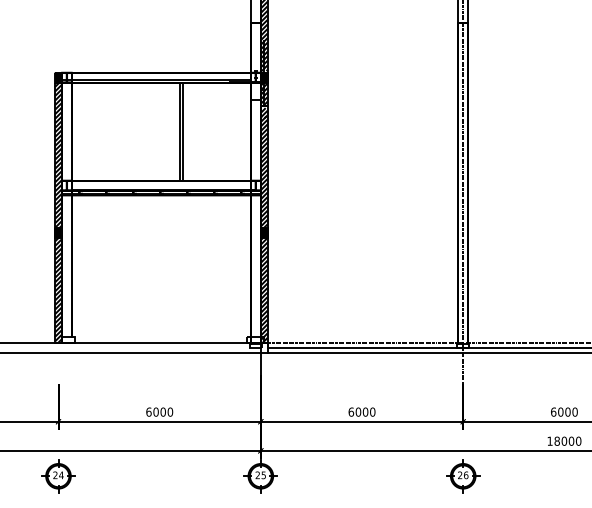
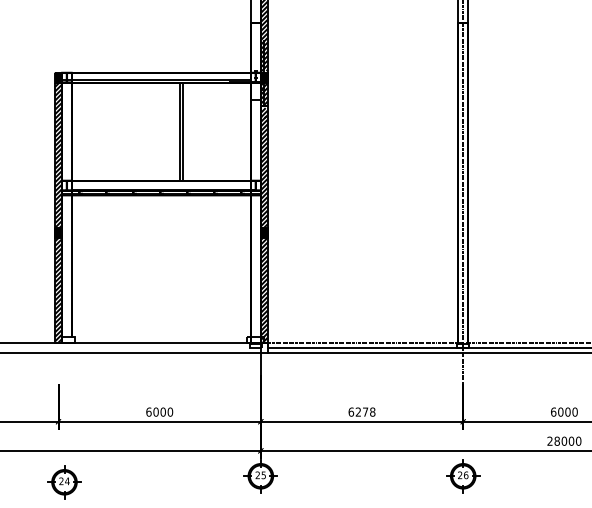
text at (365, 411): 6000 -> 6278
text at (549, 440): 18000 -> 28000
part at (58, 476) position: (58, 476) -> (64, 482)
